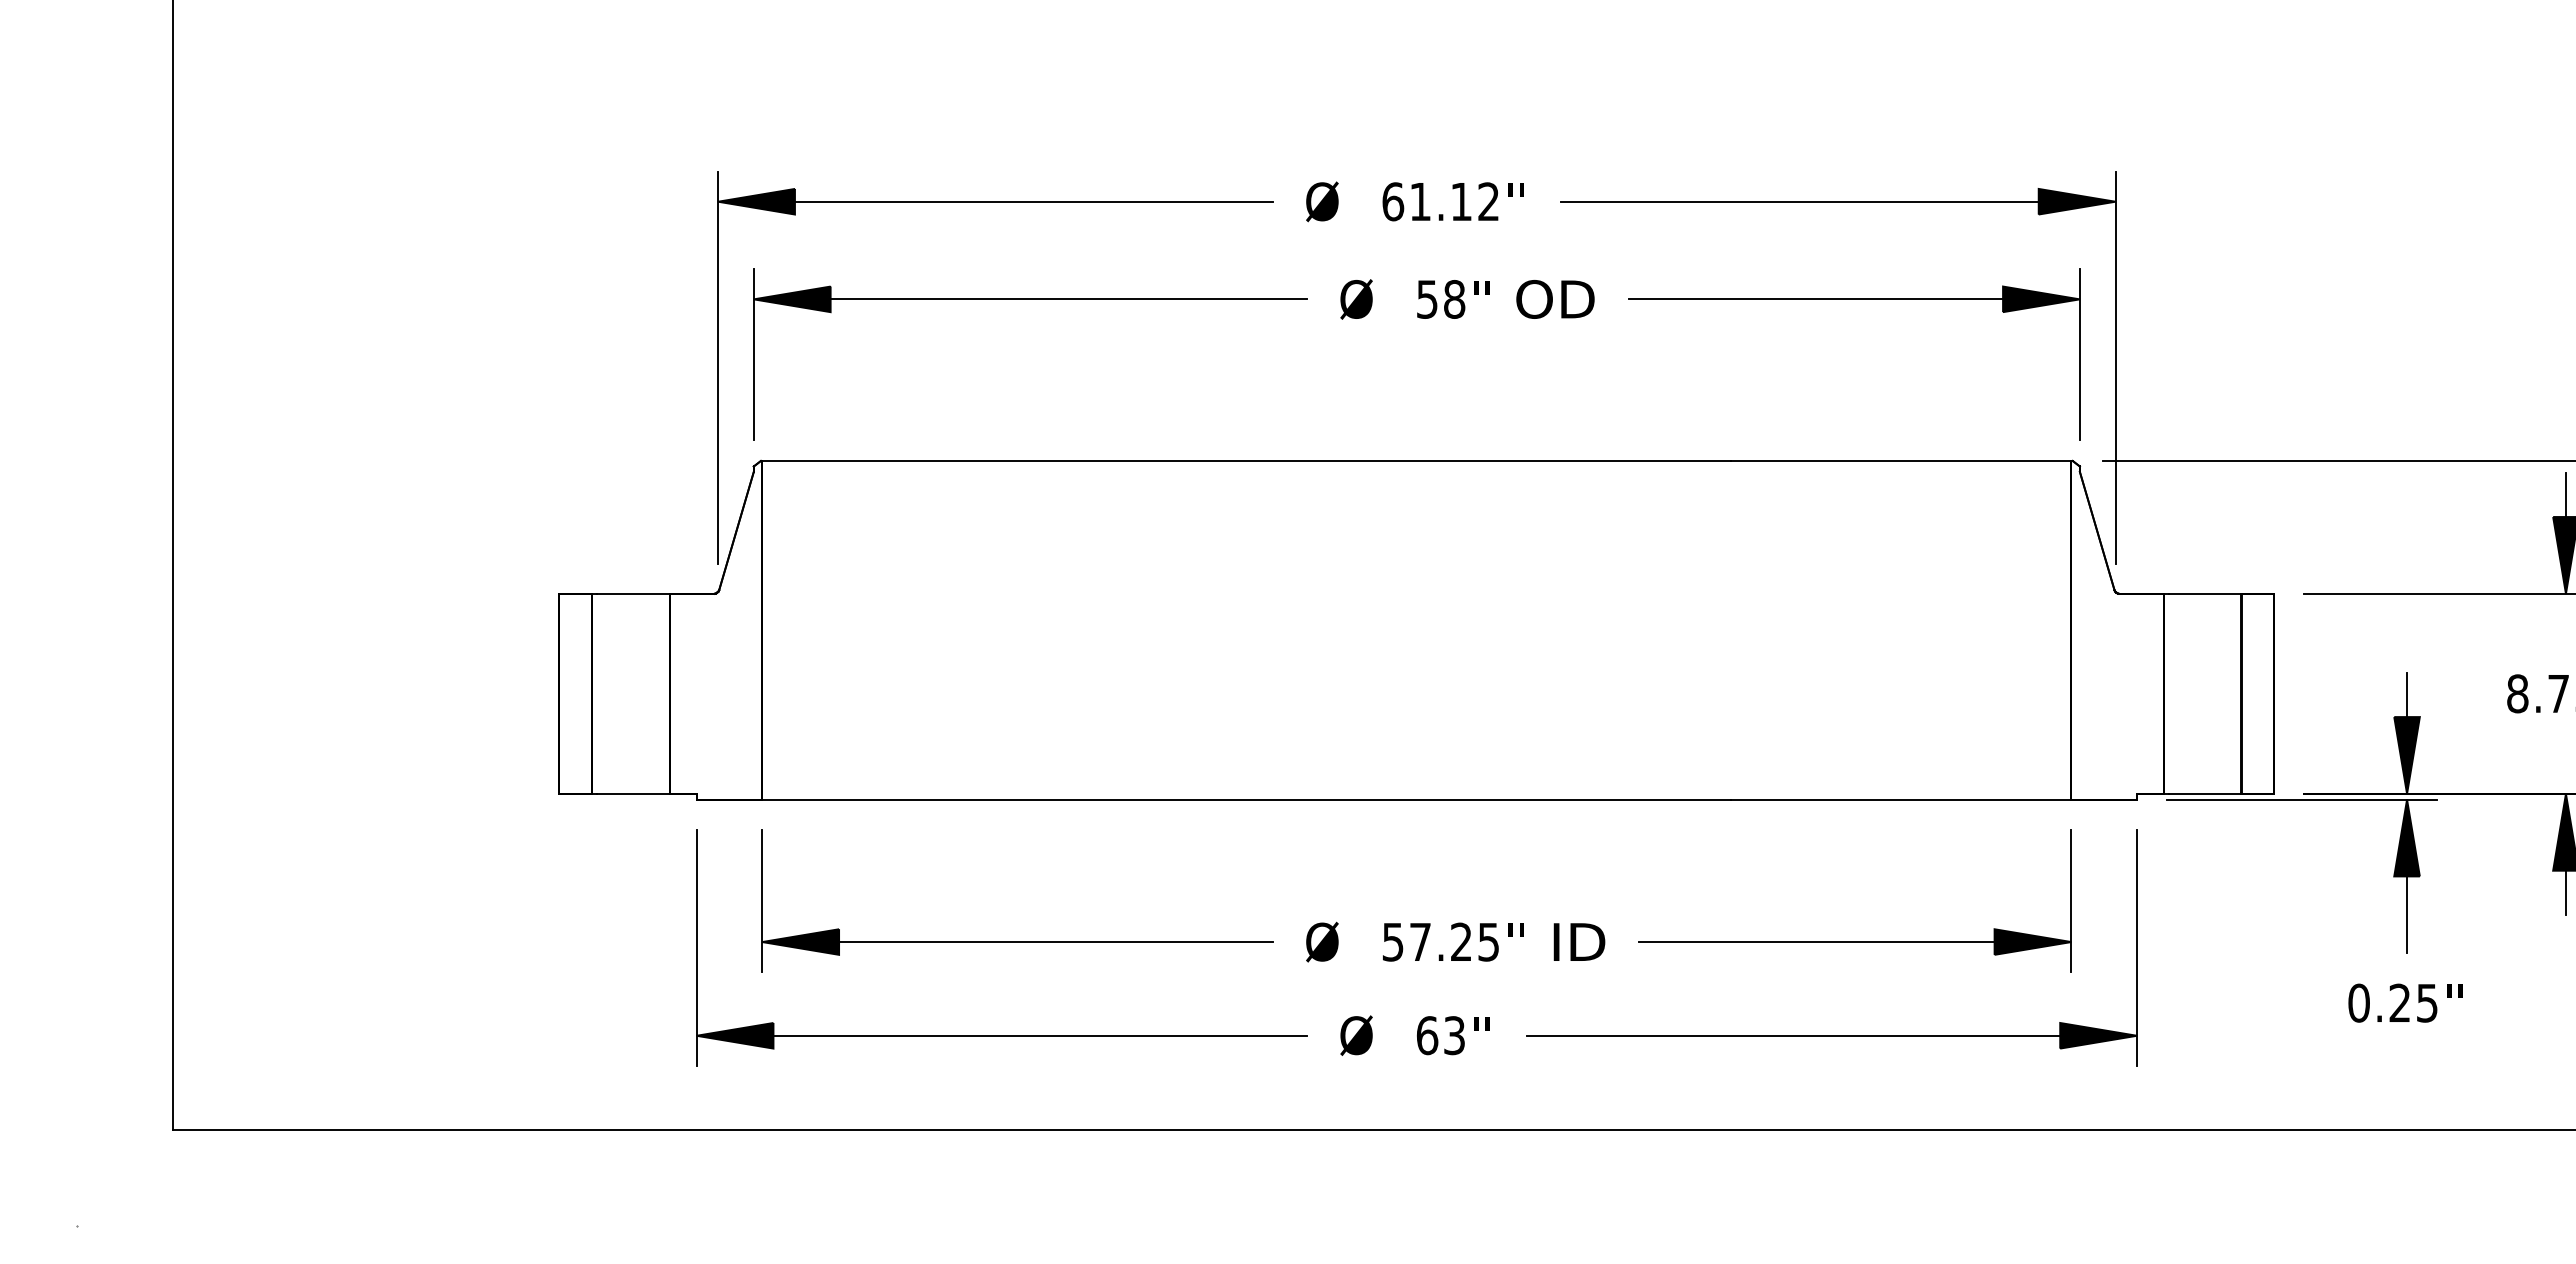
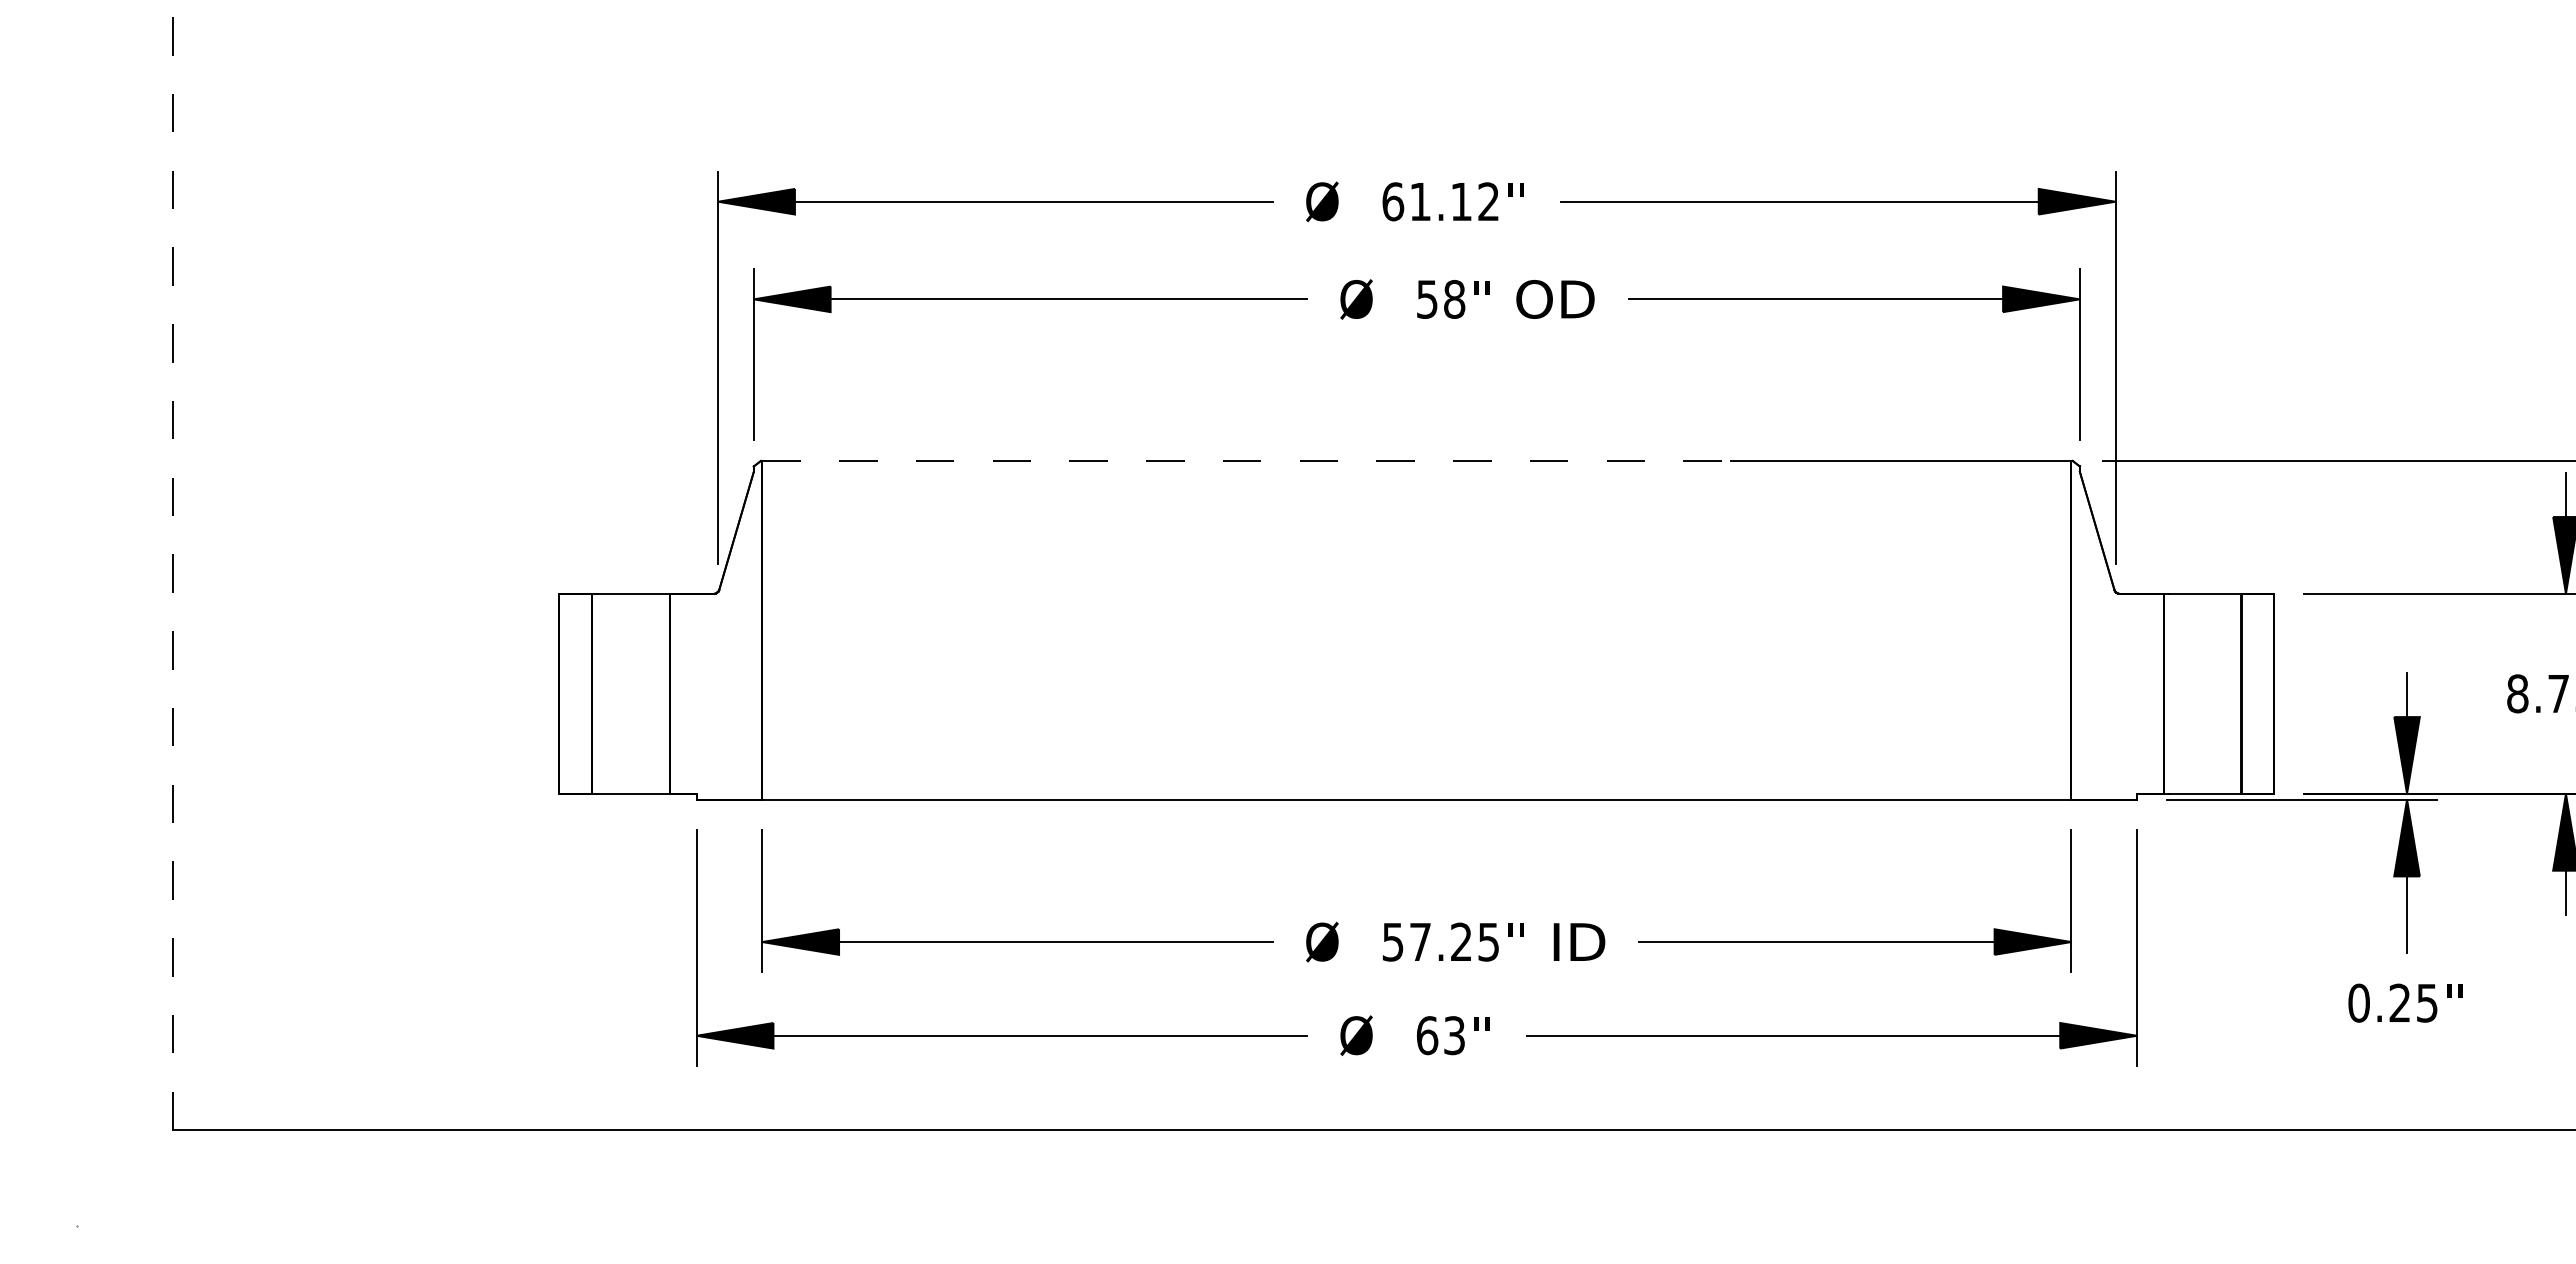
line at (1247, 461): solid -> dashed
line at (173, 565): solid -> dashed
